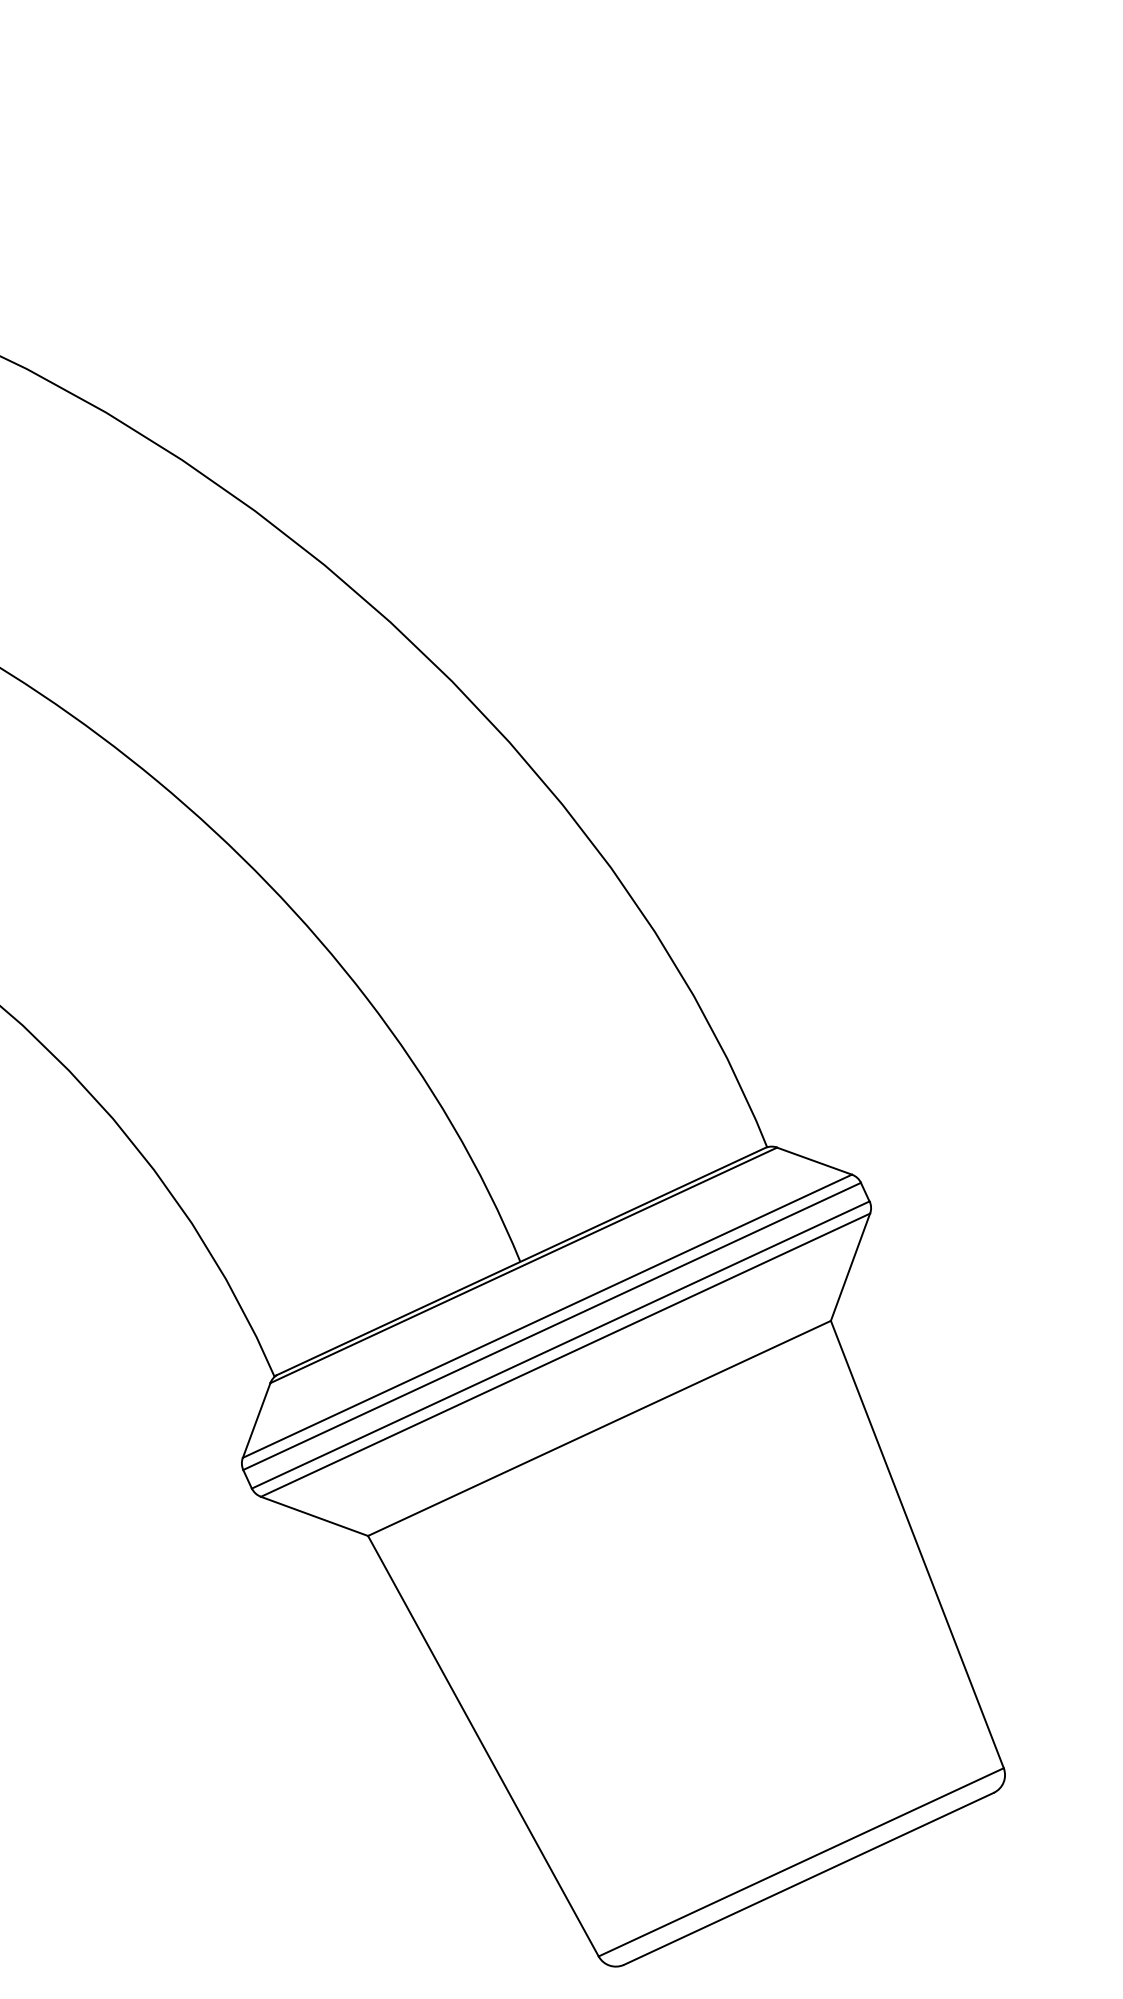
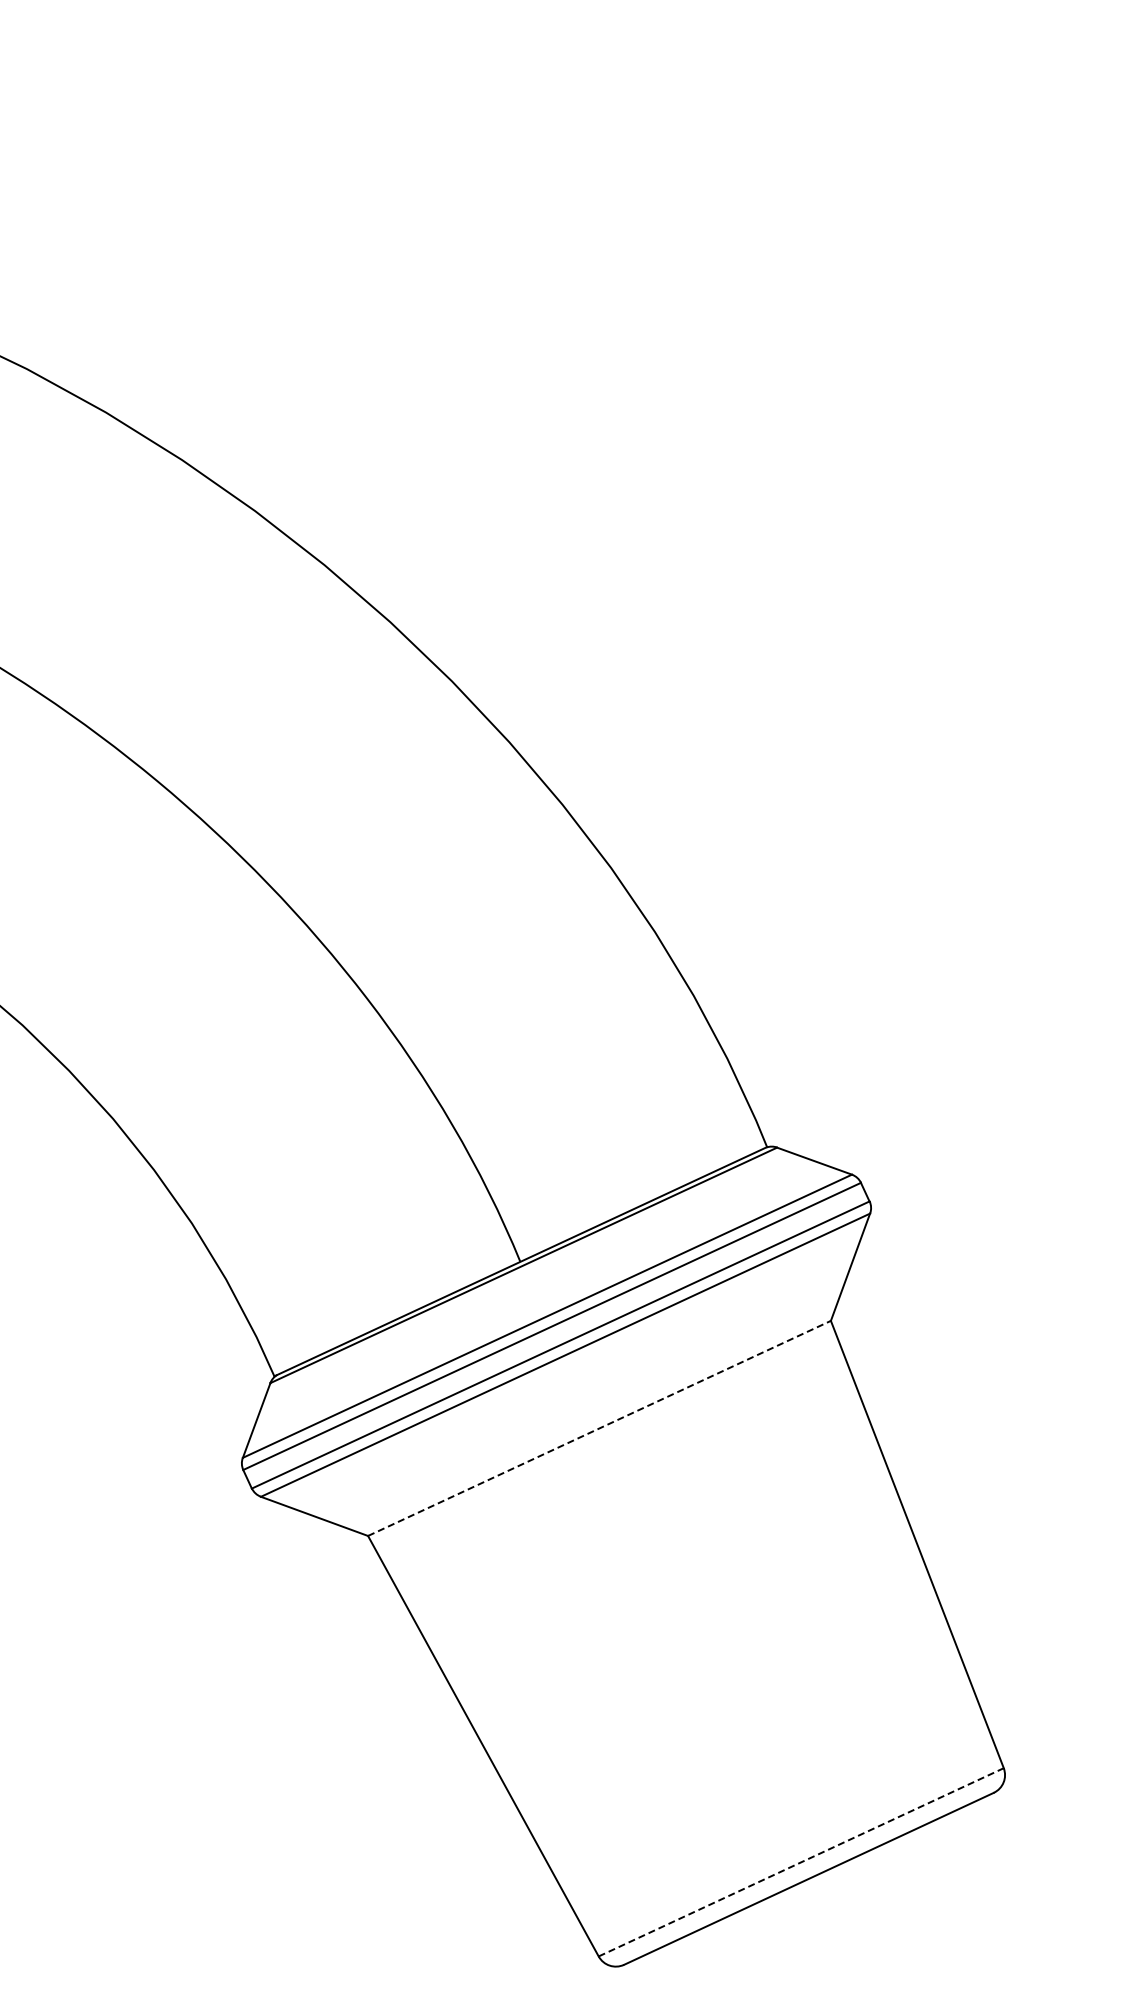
line at (599, 1428): solid -> dashed
line at (801, 1862): solid -> dashed
